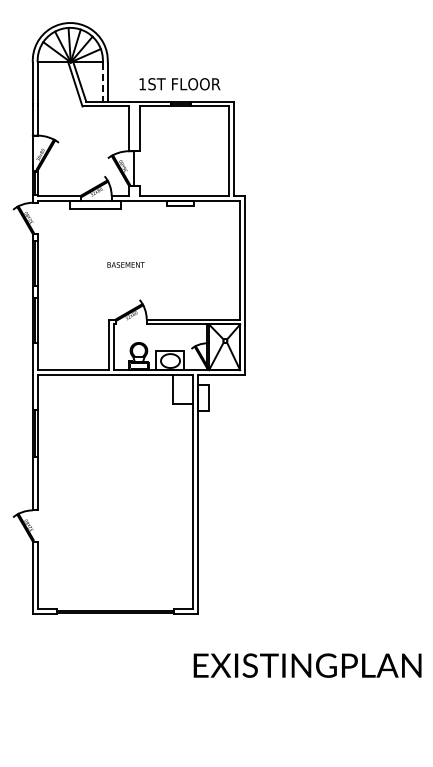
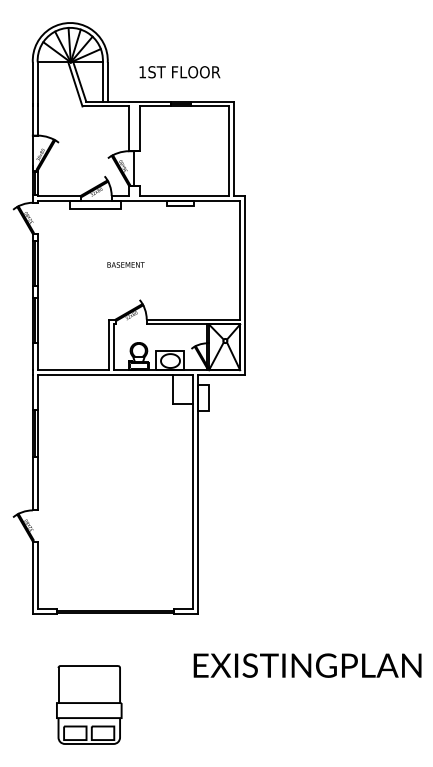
line at (102, 82): dashed -> solid
text at (179, 84) position: (179, 84) -> (179, 72)
part at (89, 704): none -> present
